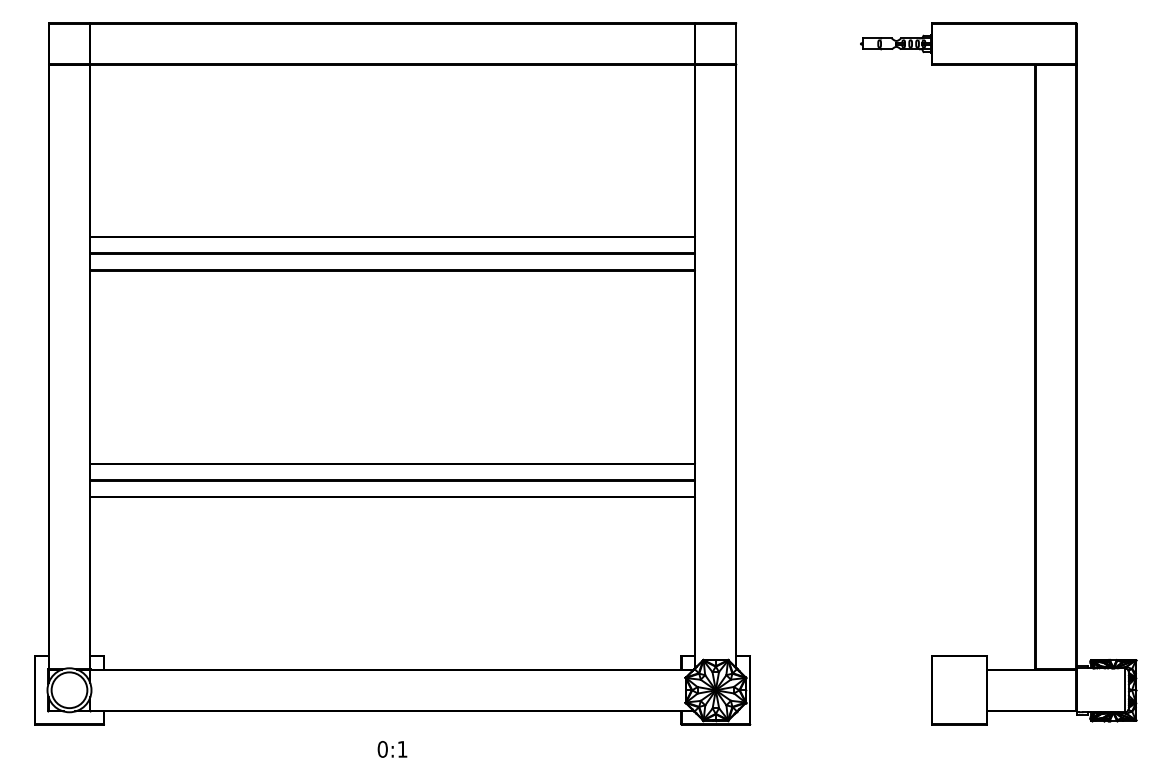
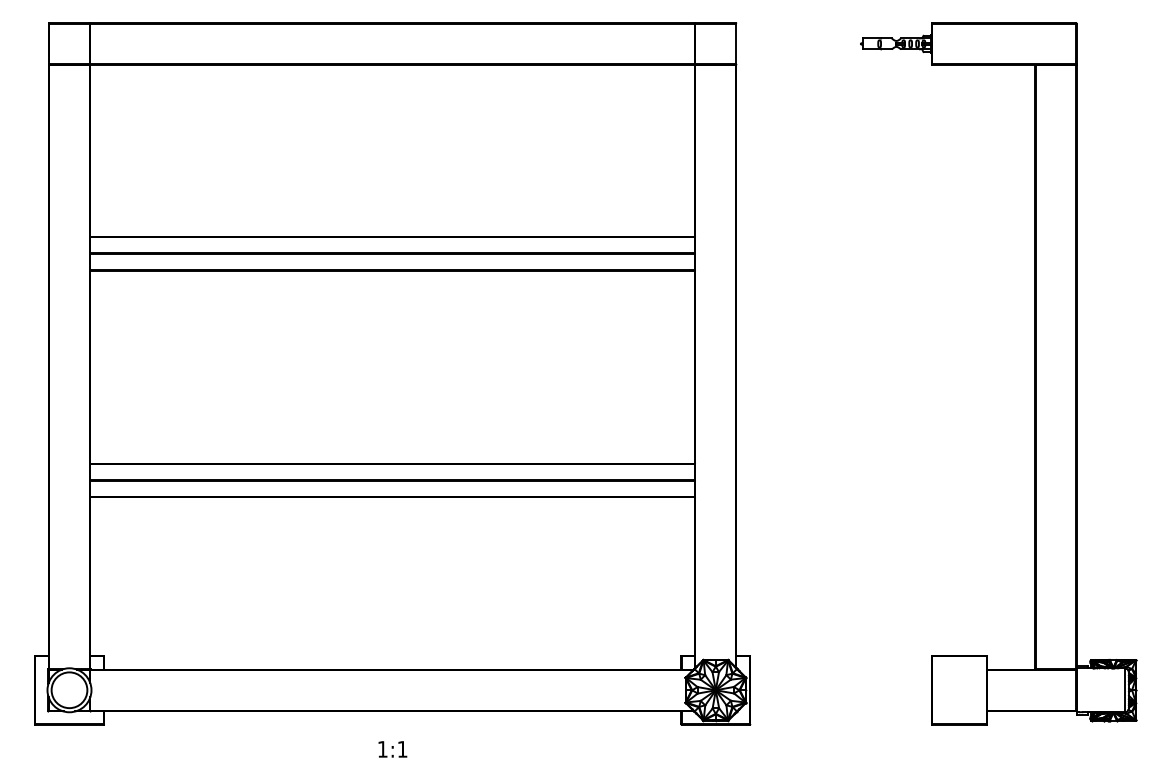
text at (382, 749): 0:1 -> 1:1
